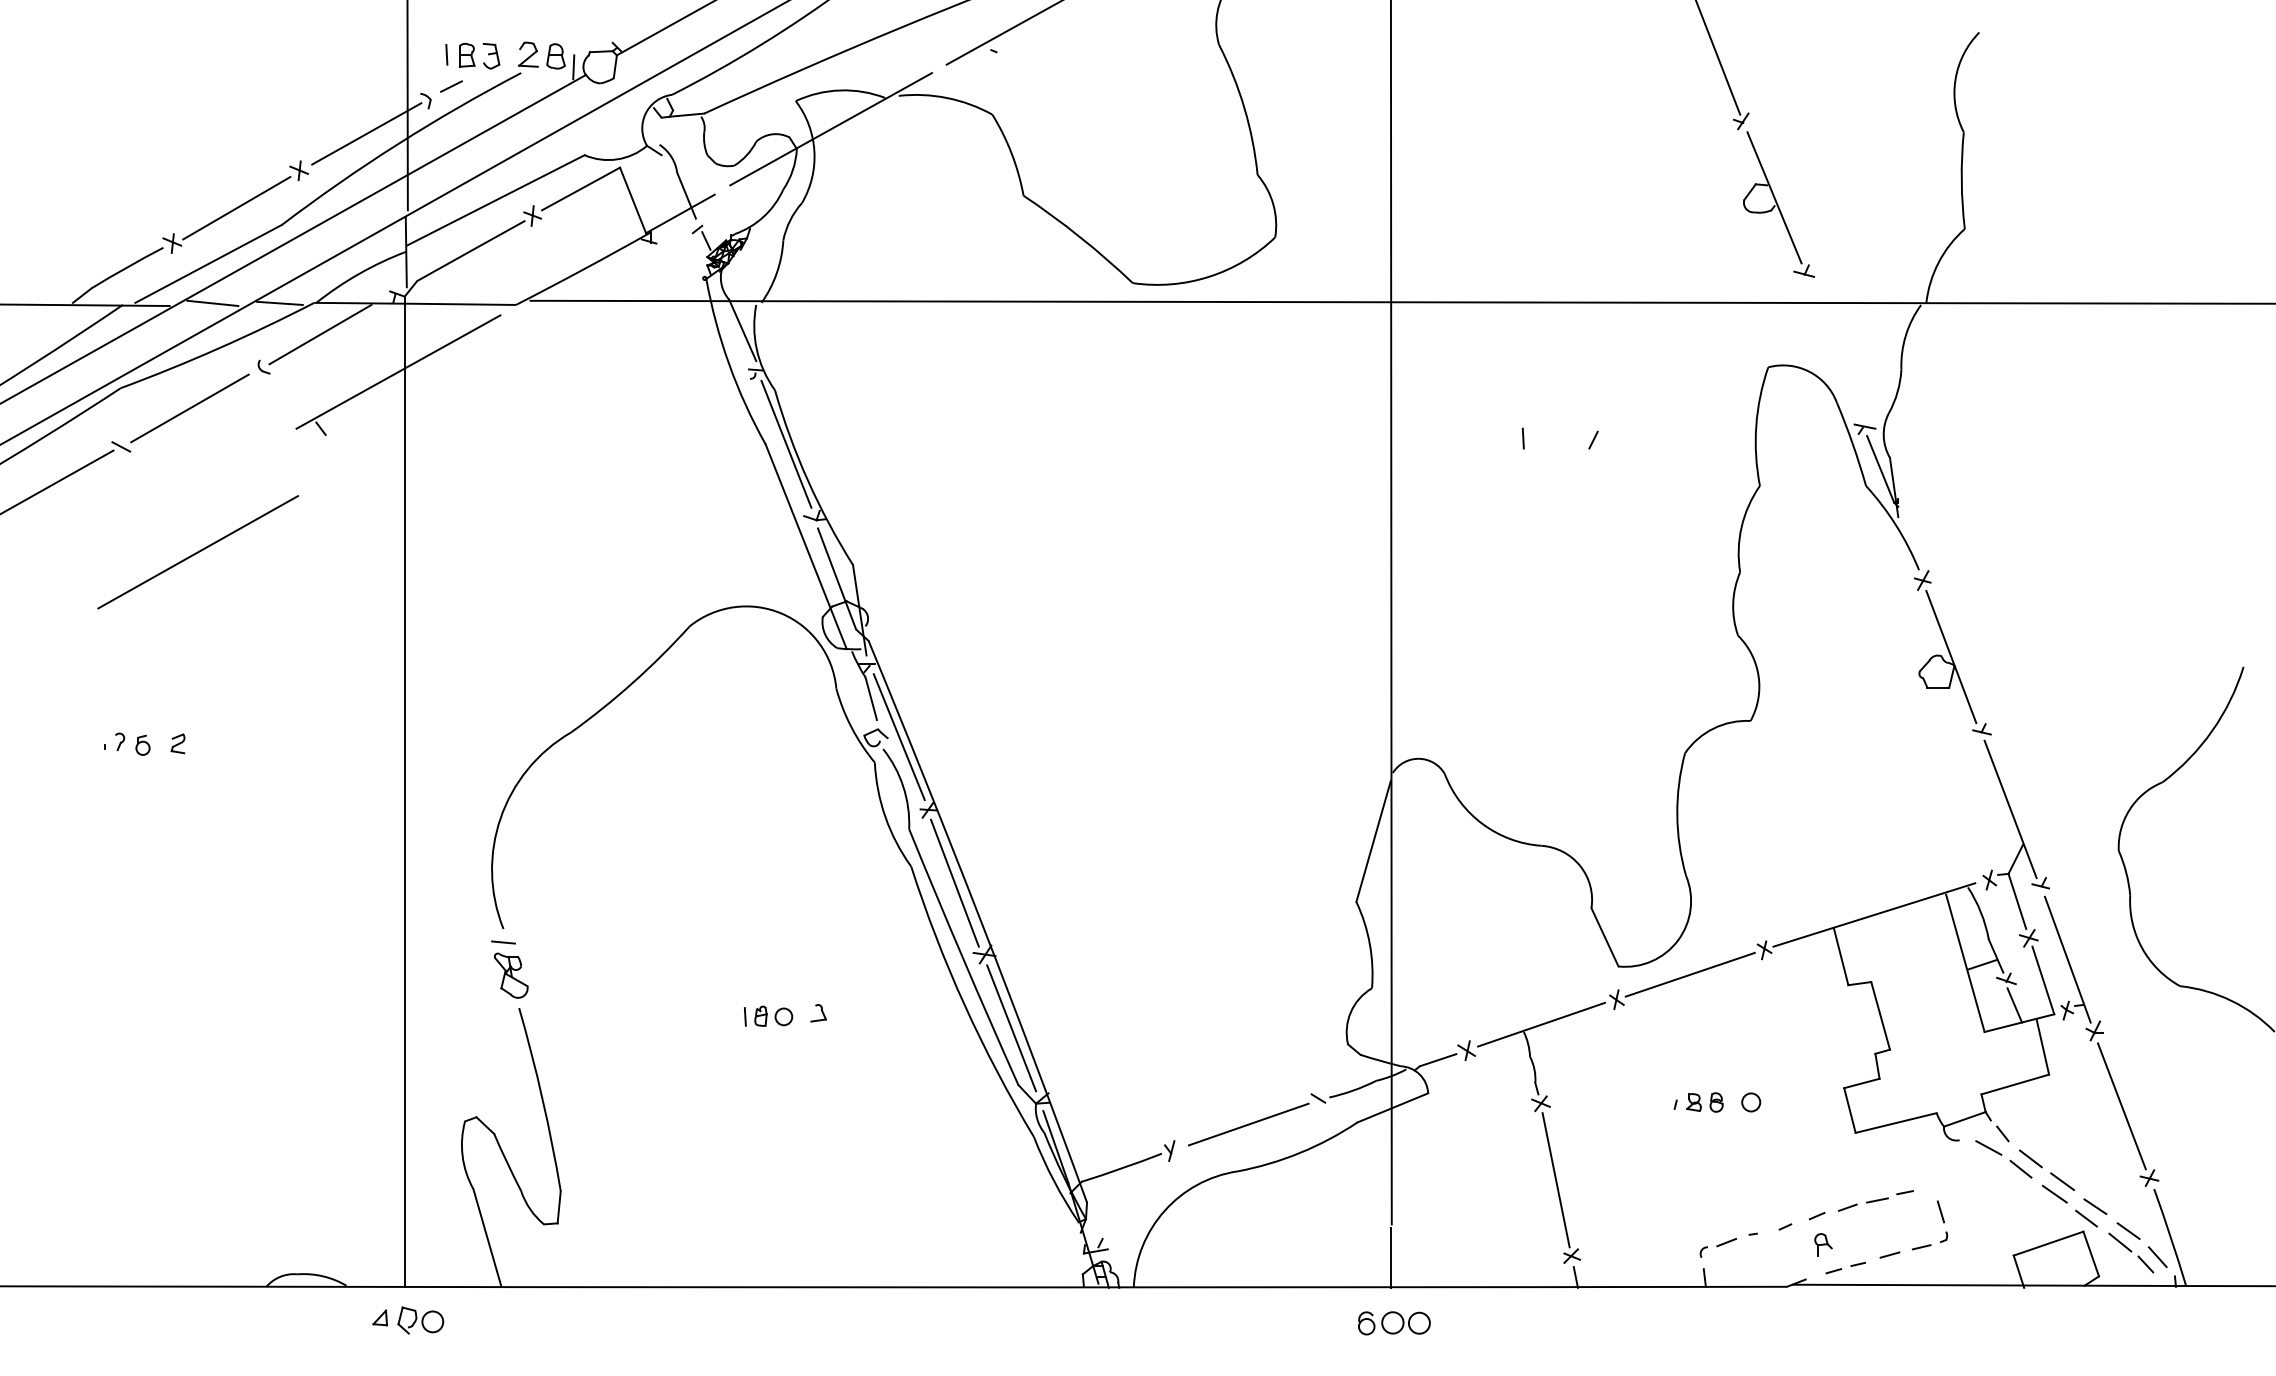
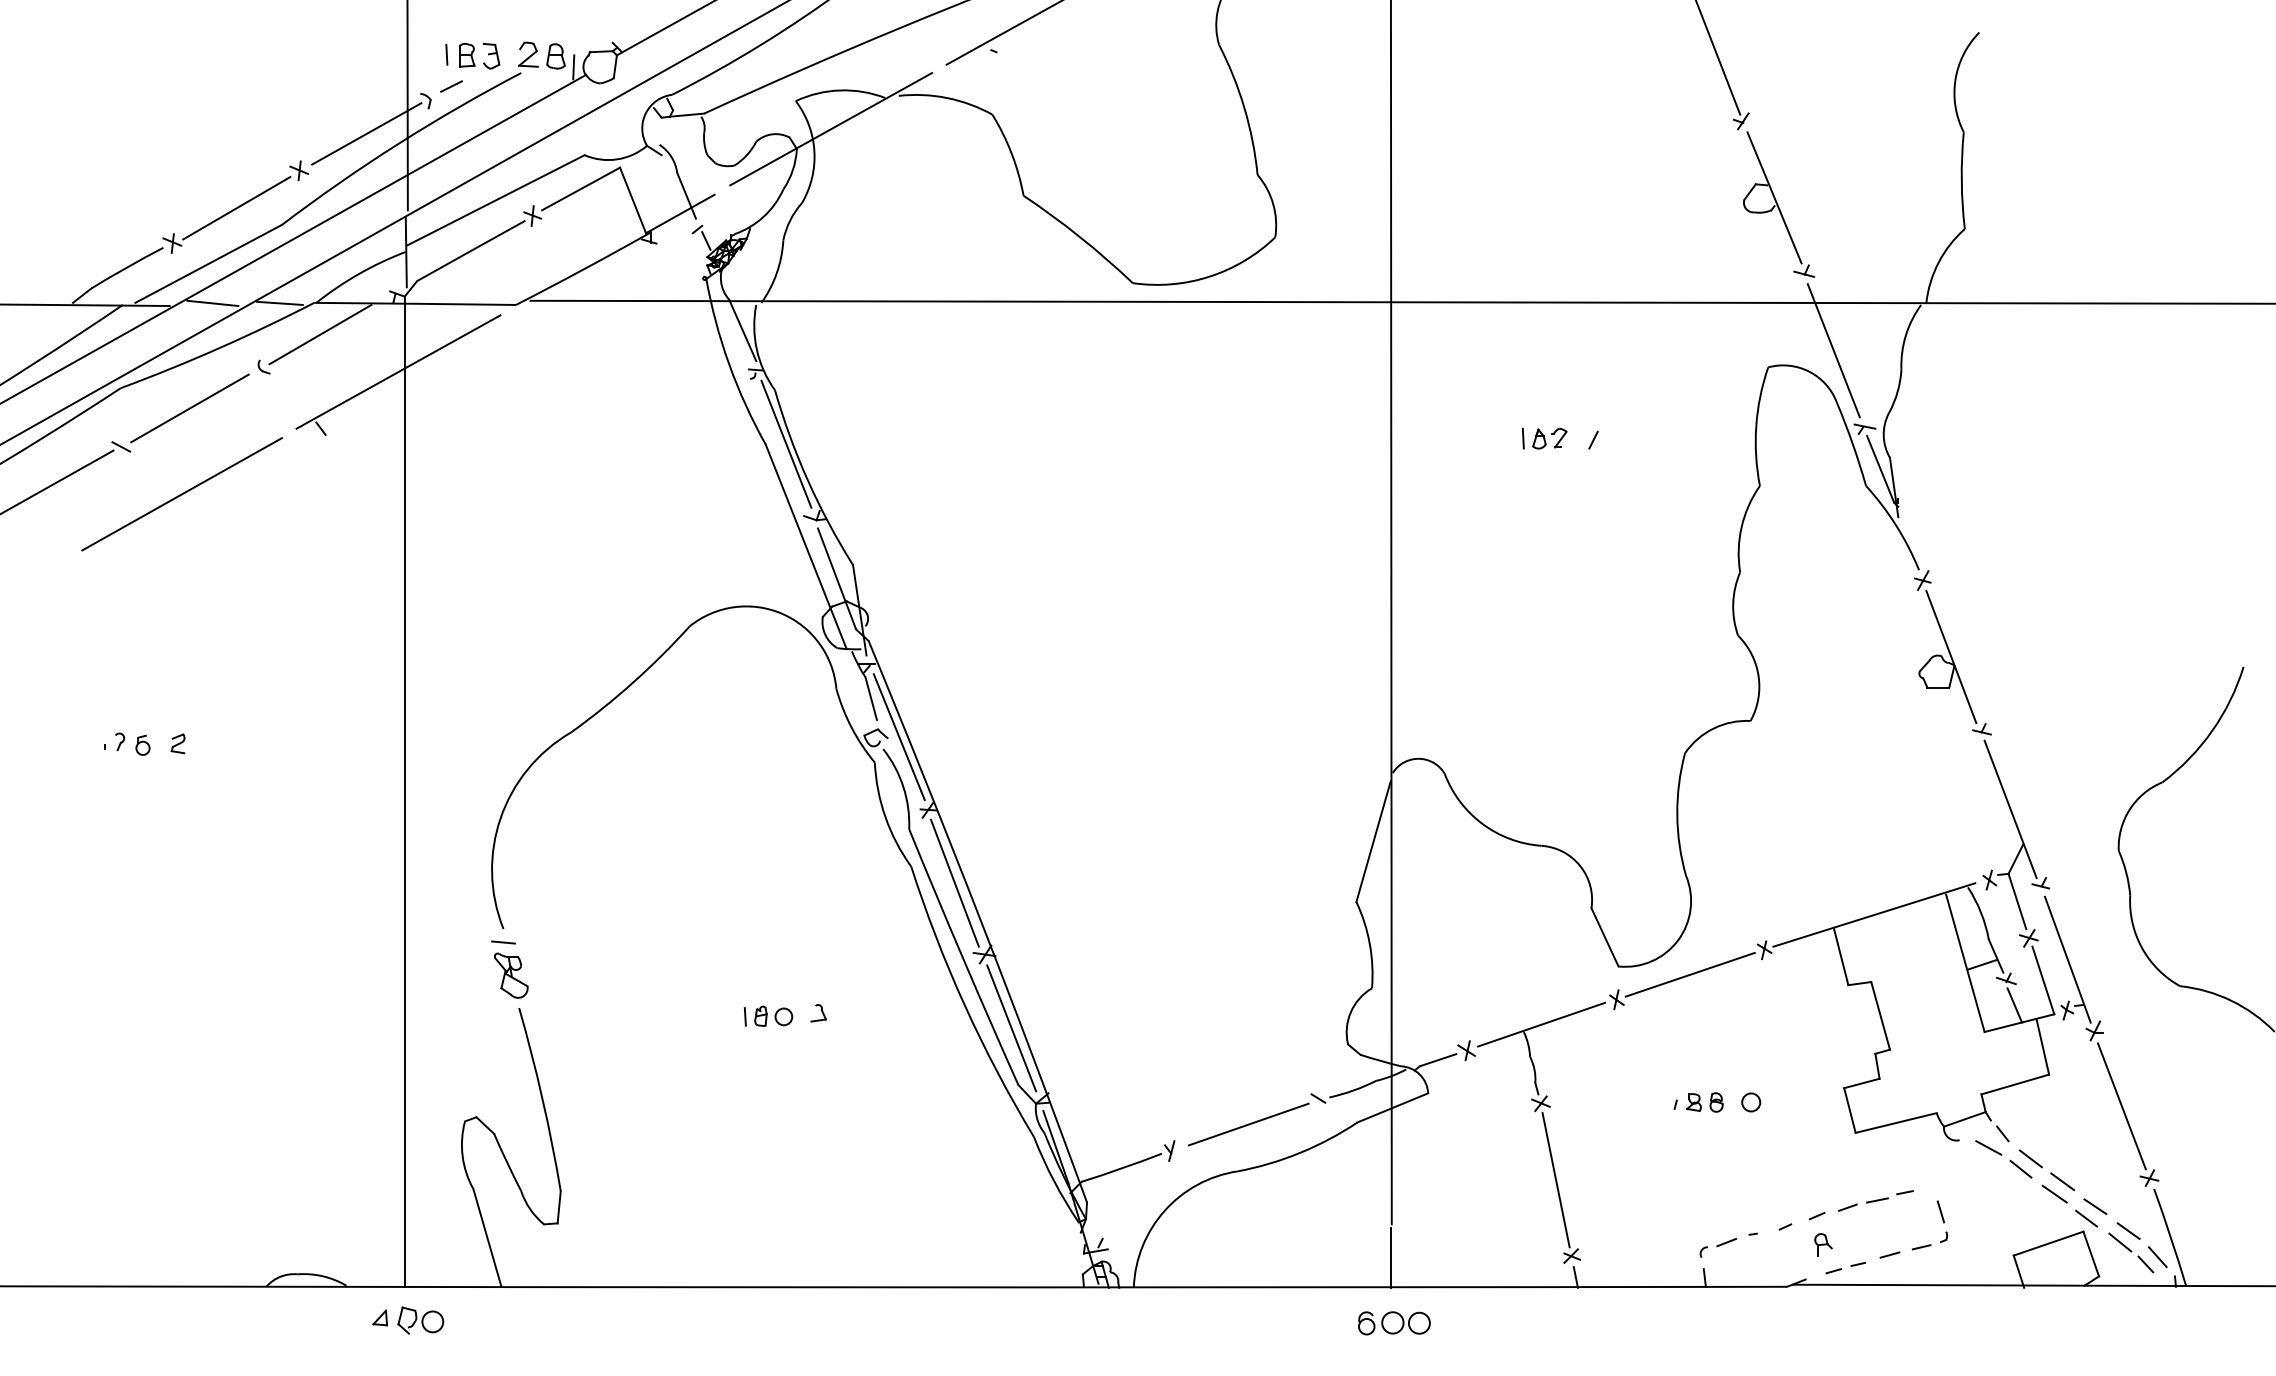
line at (1833, 350): none -> present
part at (1549, 438): none -> present
line at (198, 552) position: (198, 552) -> (182, 494)
